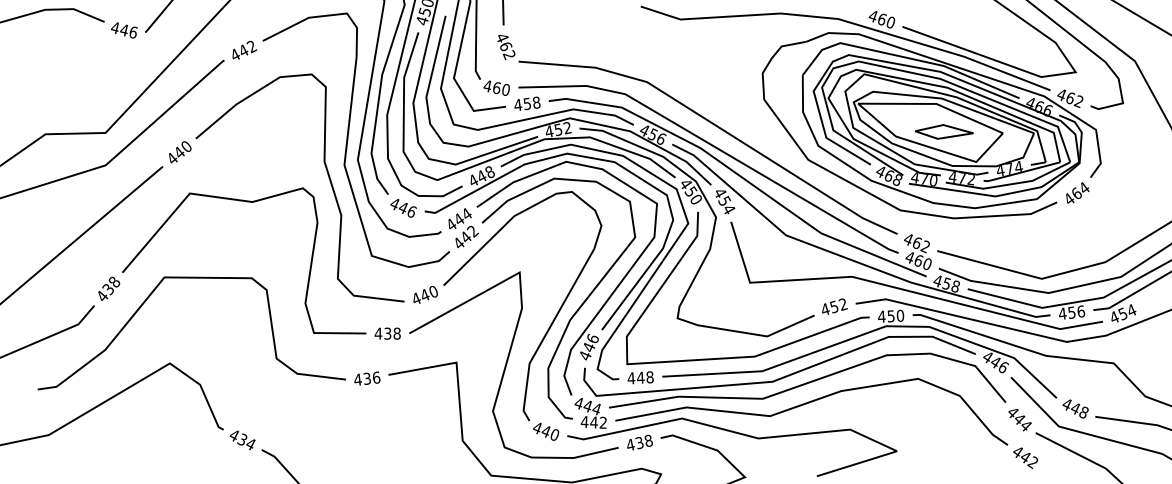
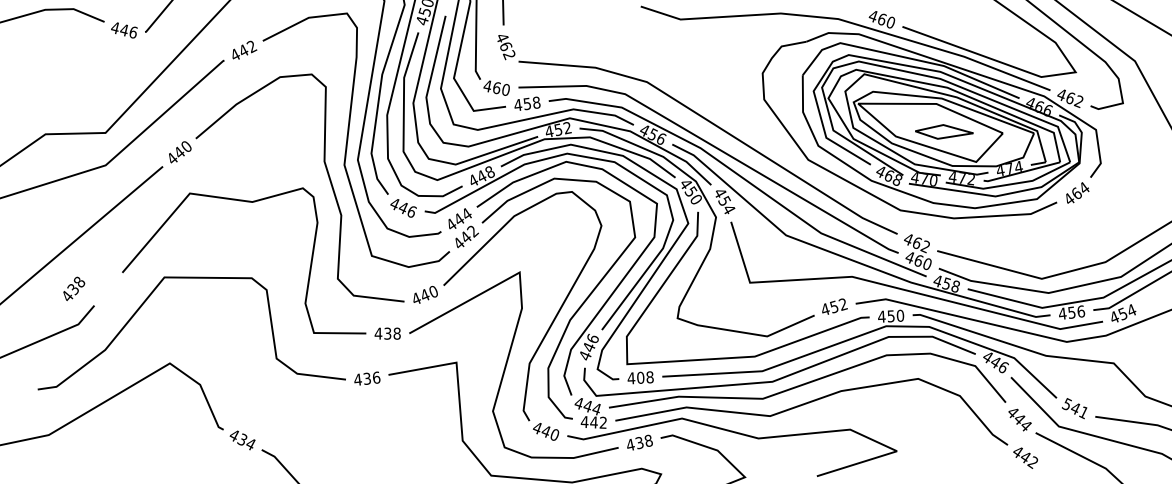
text at (109, 288) position: (109, 288) -> (74, 288)
text at (640, 377): 448 -> 408
text at (1074, 408): 448 -> 541
